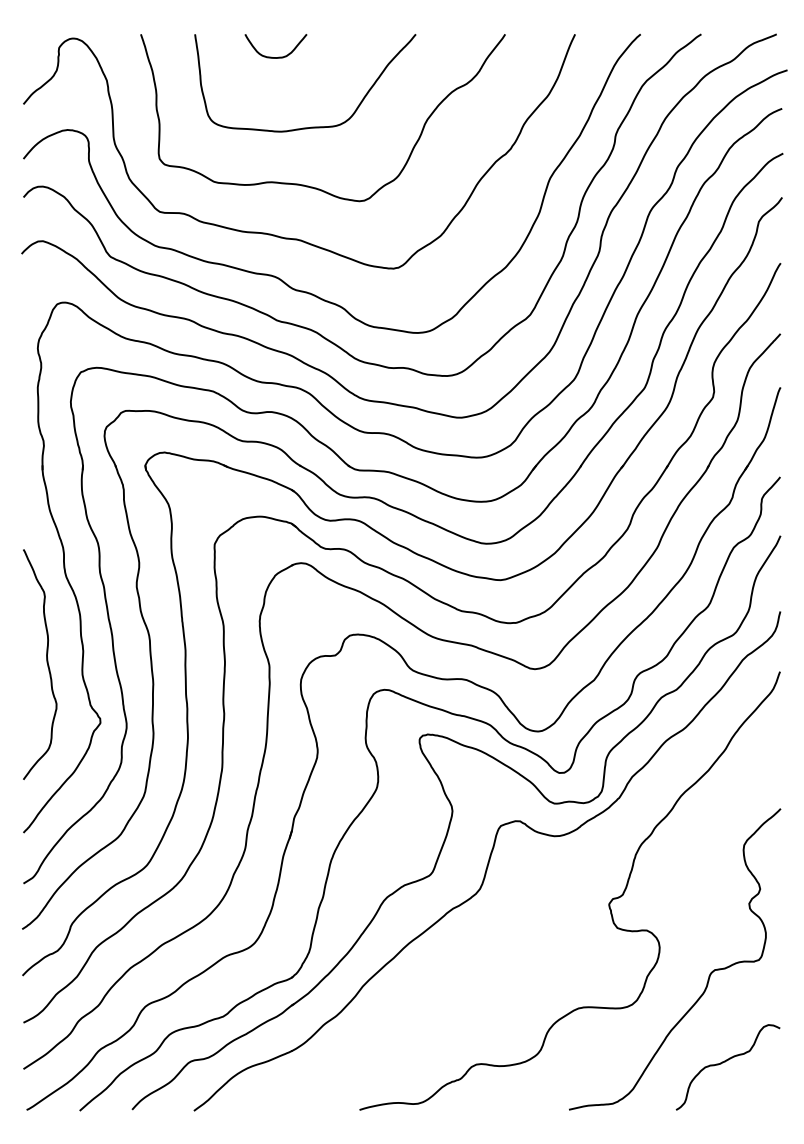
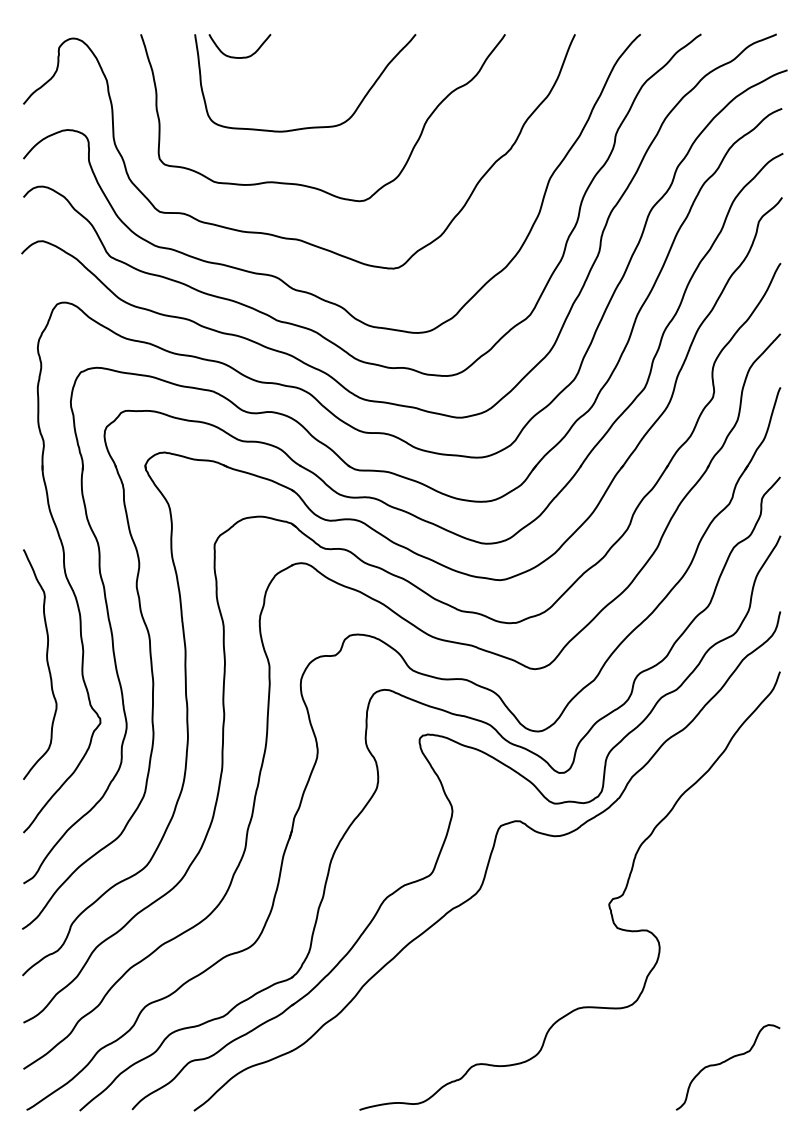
curve at (278, 56) position: (278, 56) -> (242, 56)
curve at (708, 976): present -> none
